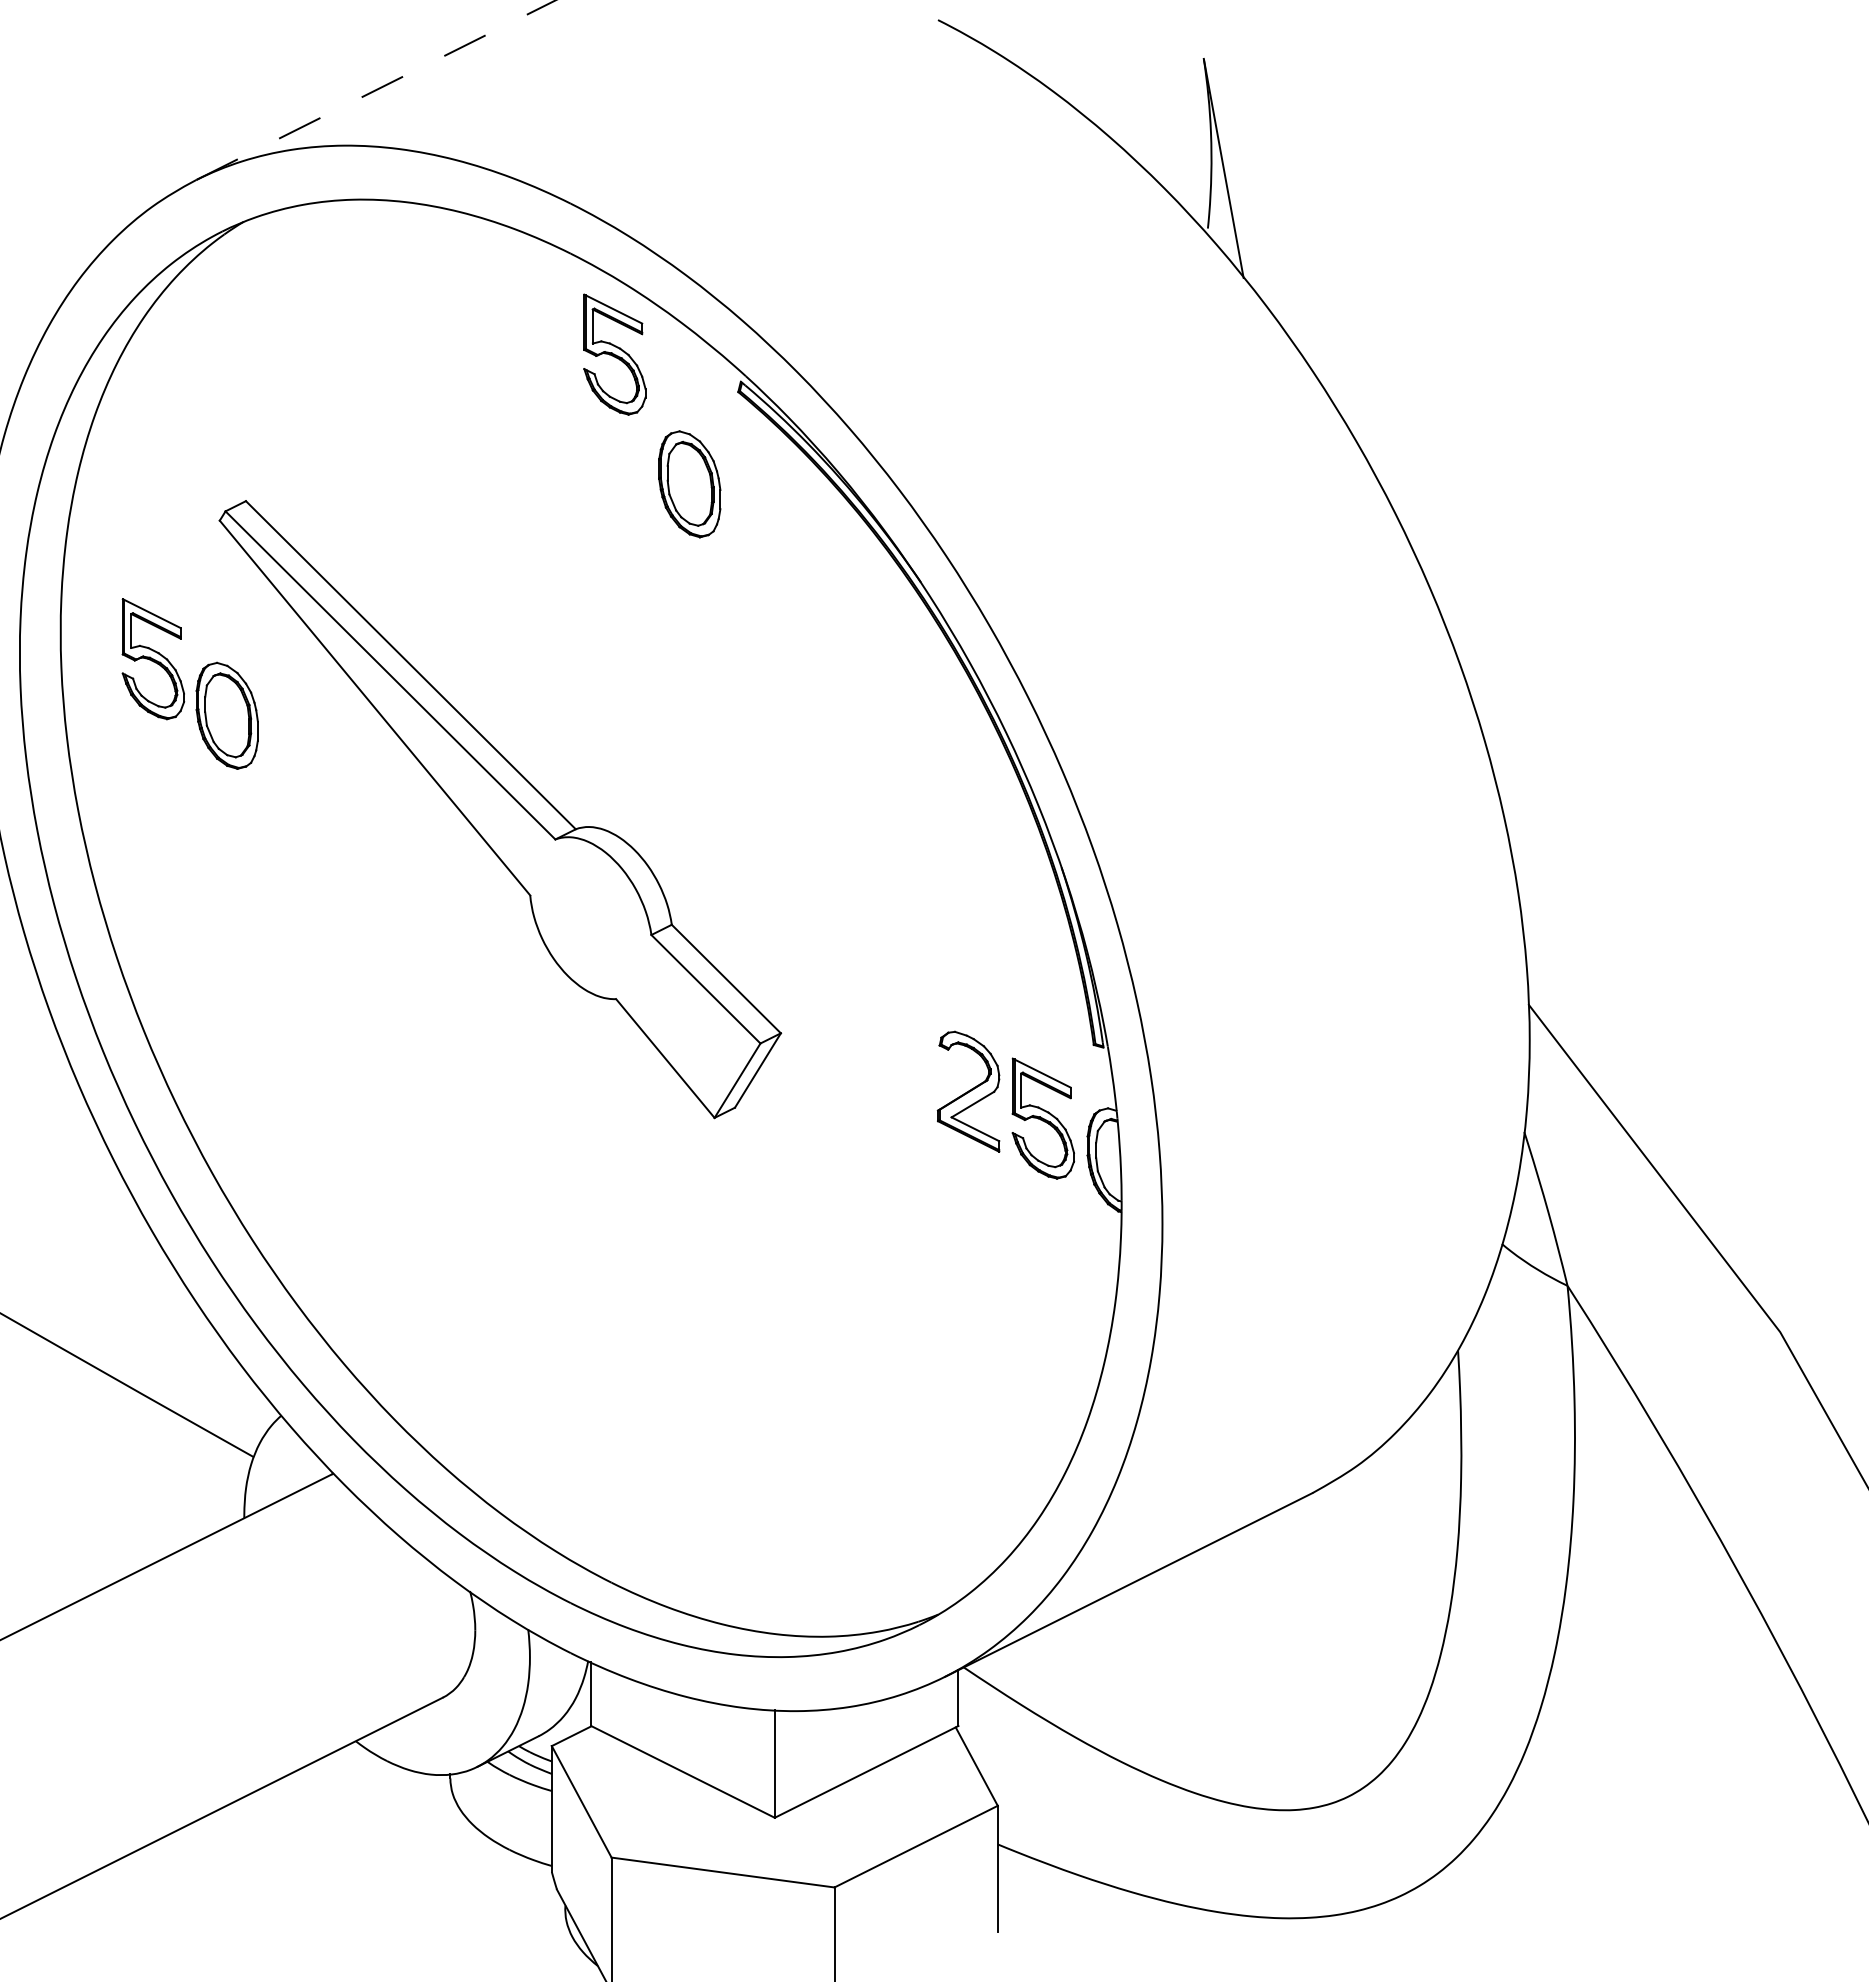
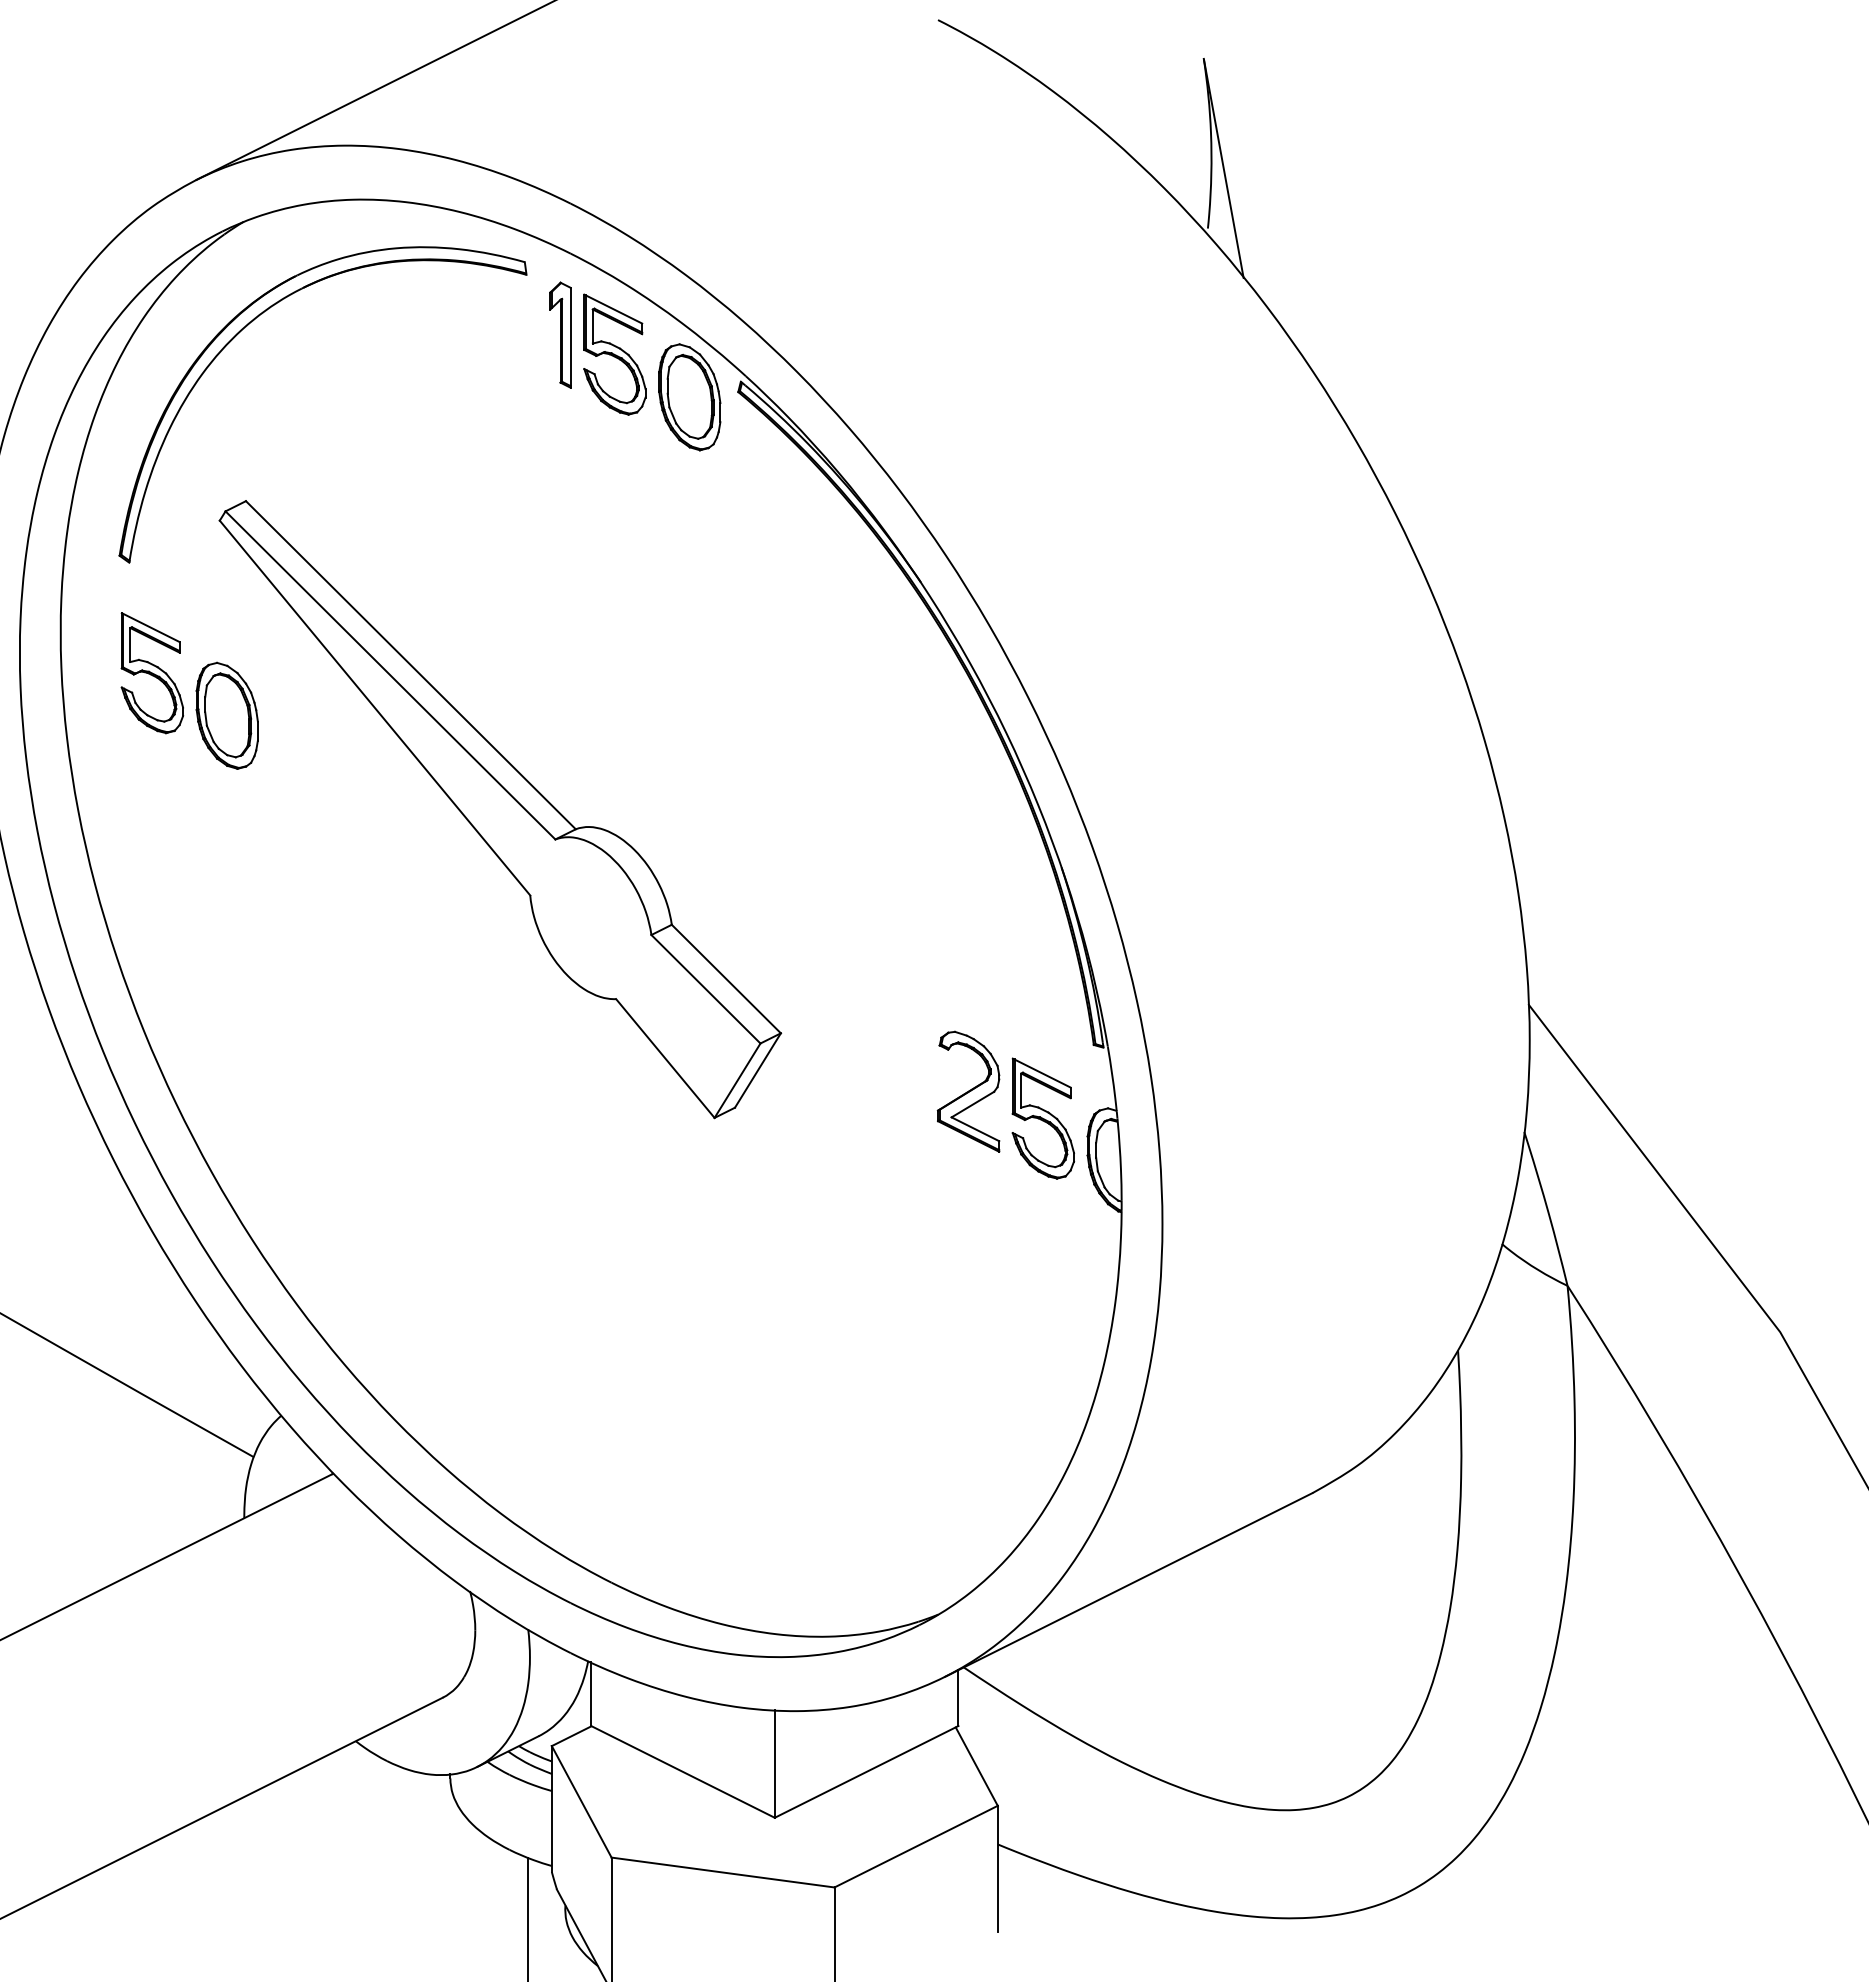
line at (376, 90): dashed -> solid
part at (253, 321): none -> present
part at (560, 334): none -> present
part at (689, 484) position: (689, 484) -> (689, 397)
part at (153, 659) position: (153, 659) -> (152, 673)
line at (527, 1917): none -> present
